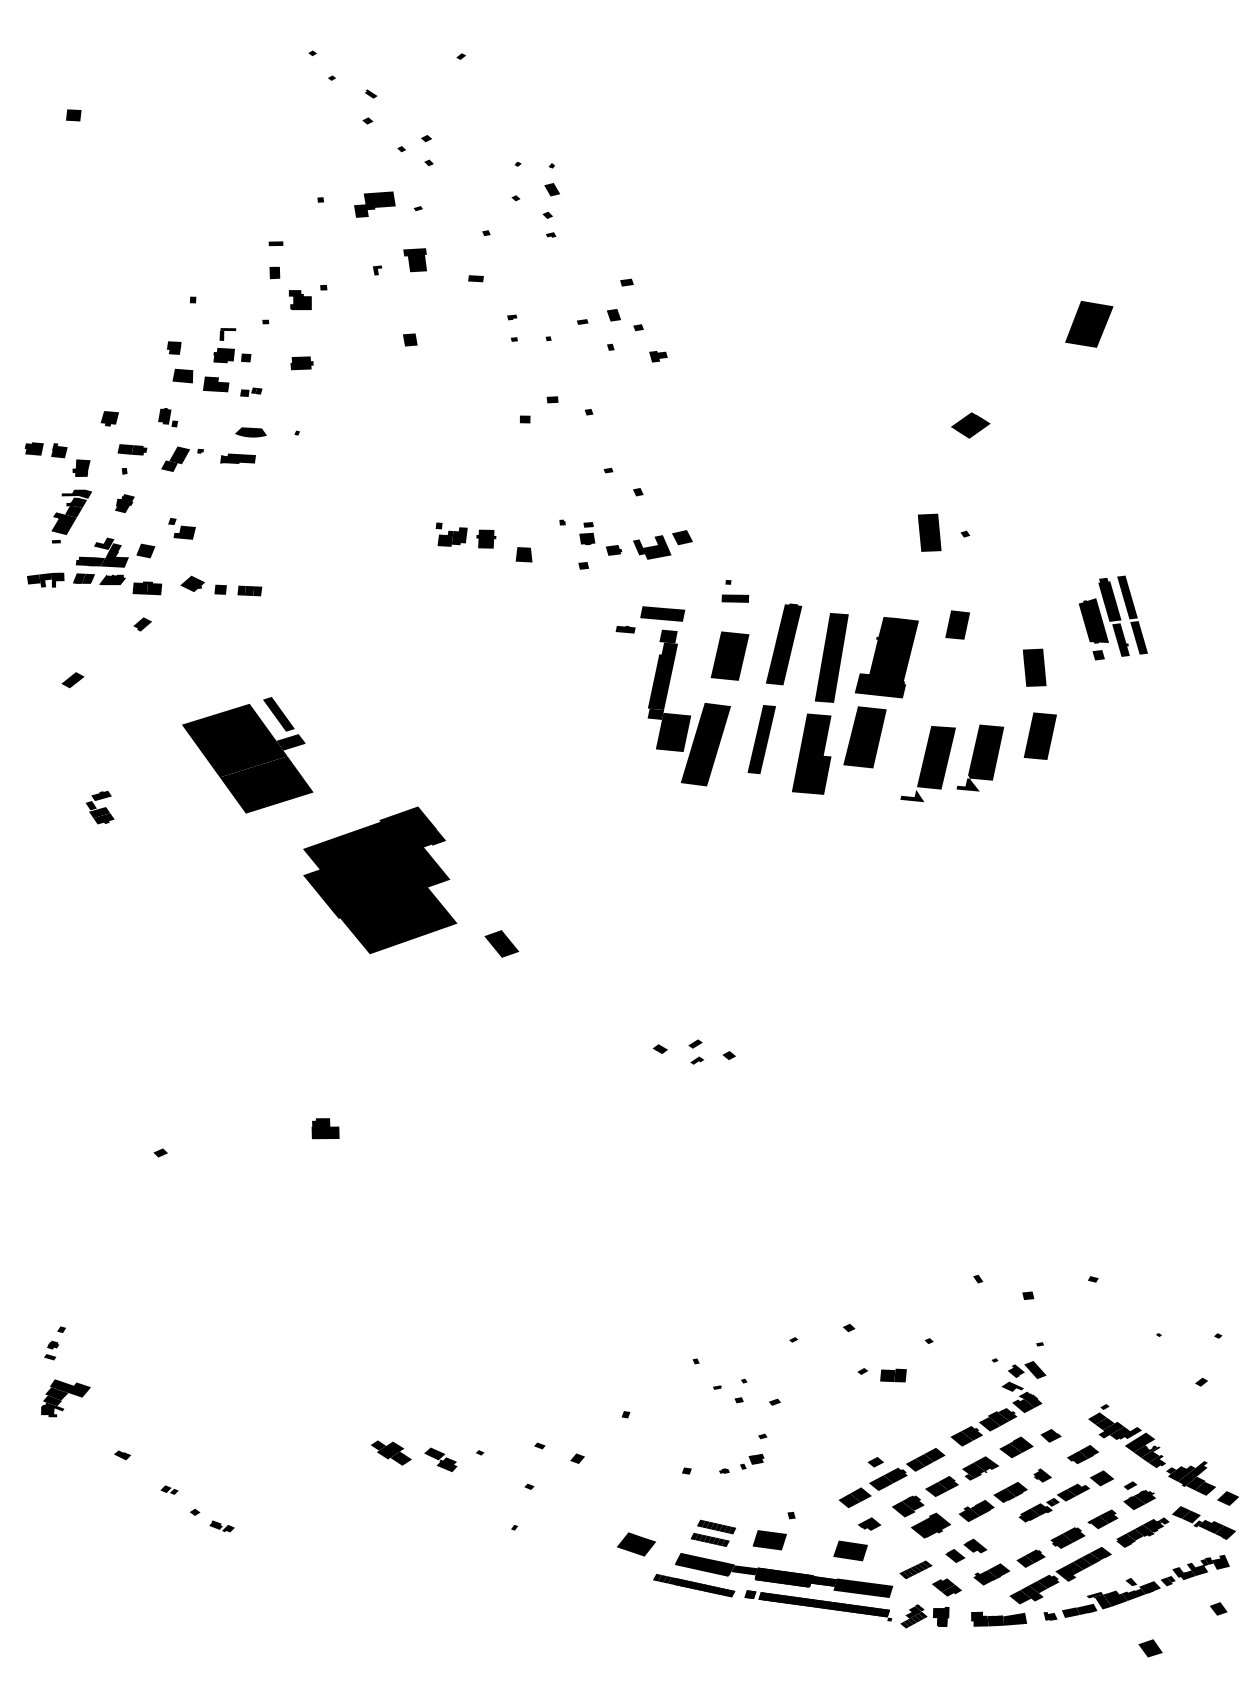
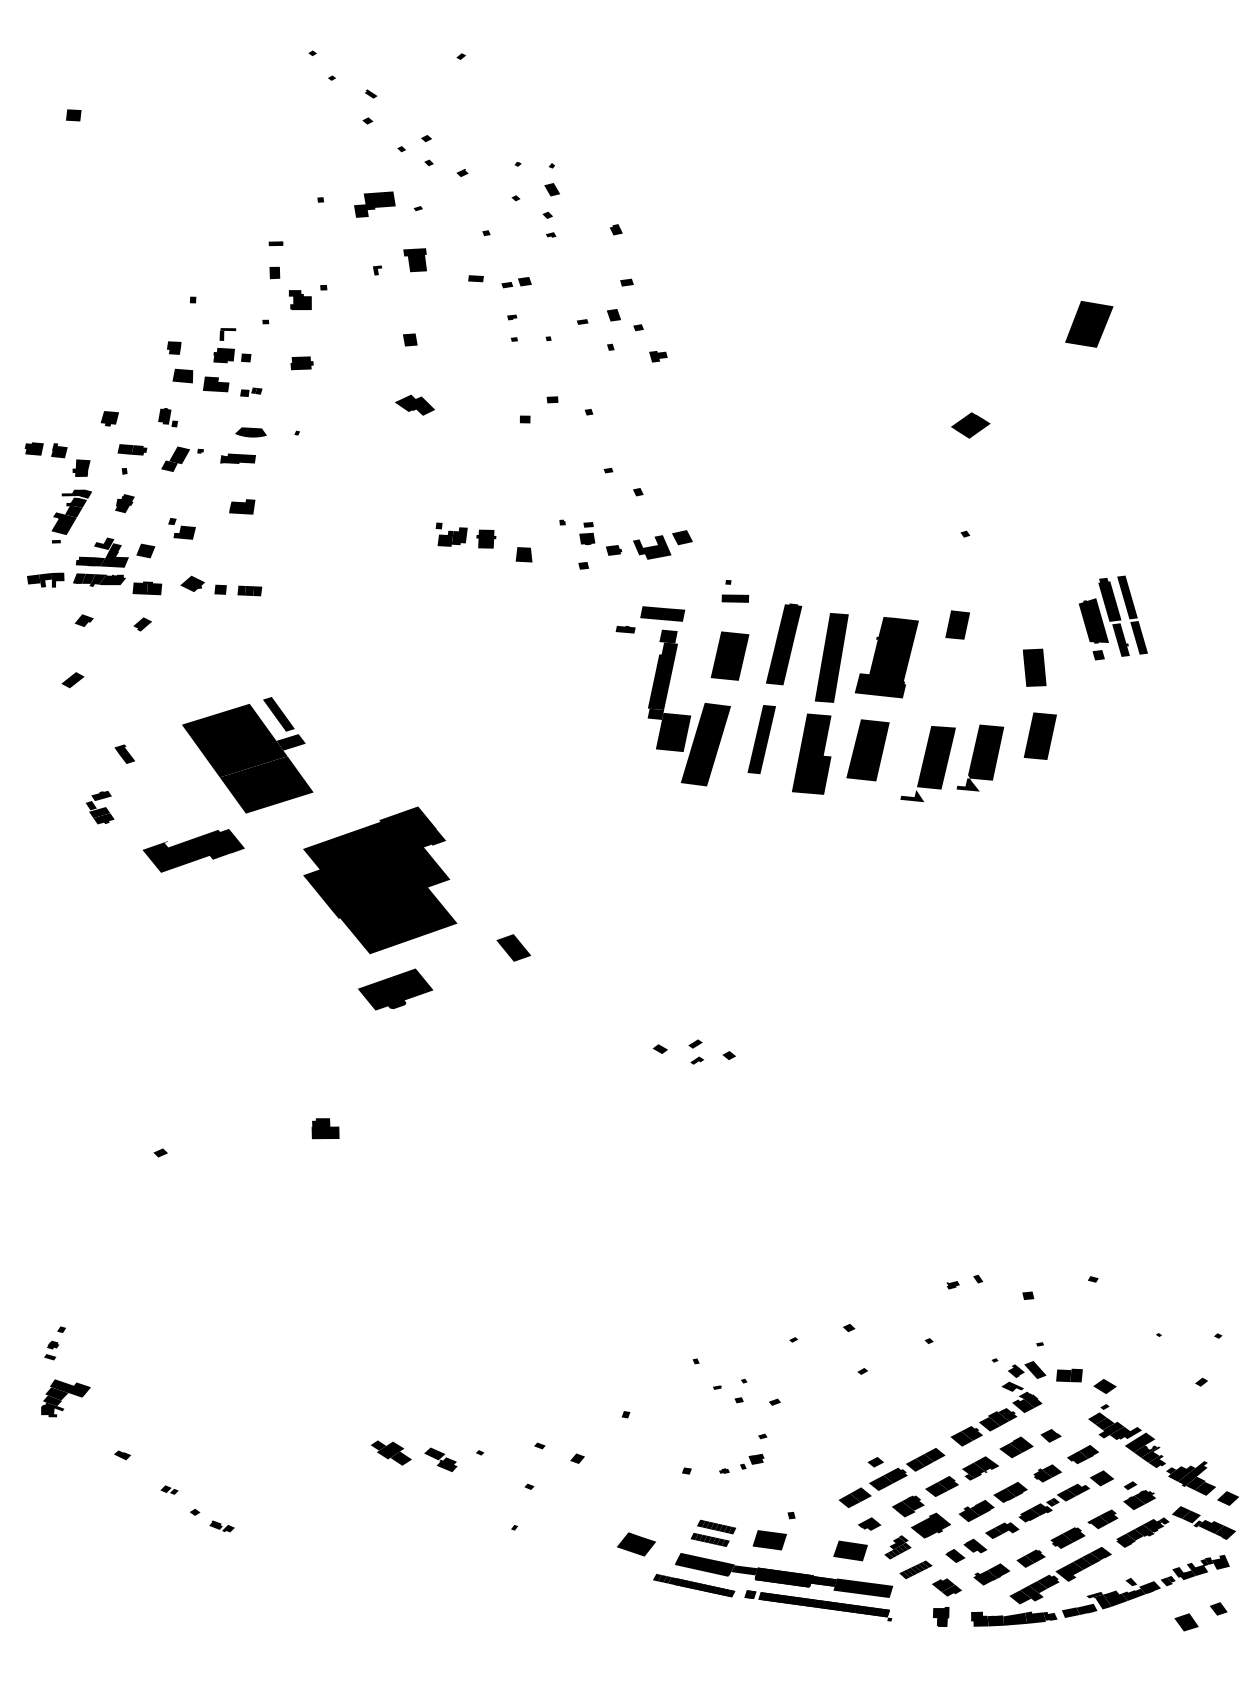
fill at (462, 172): none -> present
fill at (615, 229): none -> present
part at (516, 282): none -> present
part at (414, 404): none -> present
fill at (242, 506): none -> present
part at (929, 532): present -> none
fill at (97, 580): none -> present
part at (83, 620): none -> present
part at (864, 737) position: (864, 737) -> (867, 750)
part at (124, 753): none -> present
part at (193, 850): none -> present
part at (501, 943) position: (501, 943) -> (513, 947)
part at (395, 989): none -> present
fill at (953, 1284): none -> present
part at (893, 1375) position: (893, 1375) -> (1069, 1375)
part at (1104, 1386): none -> present
fill at (1052, 1470): none -> present
part at (1002, 1530): none -> present
part at (913, 1616) position: (913, 1616) -> (897, 1547)
fill at (1035, 1617): none -> present
part at (1150, 1648) position: (1150, 1648) -> (1186, 1622)
